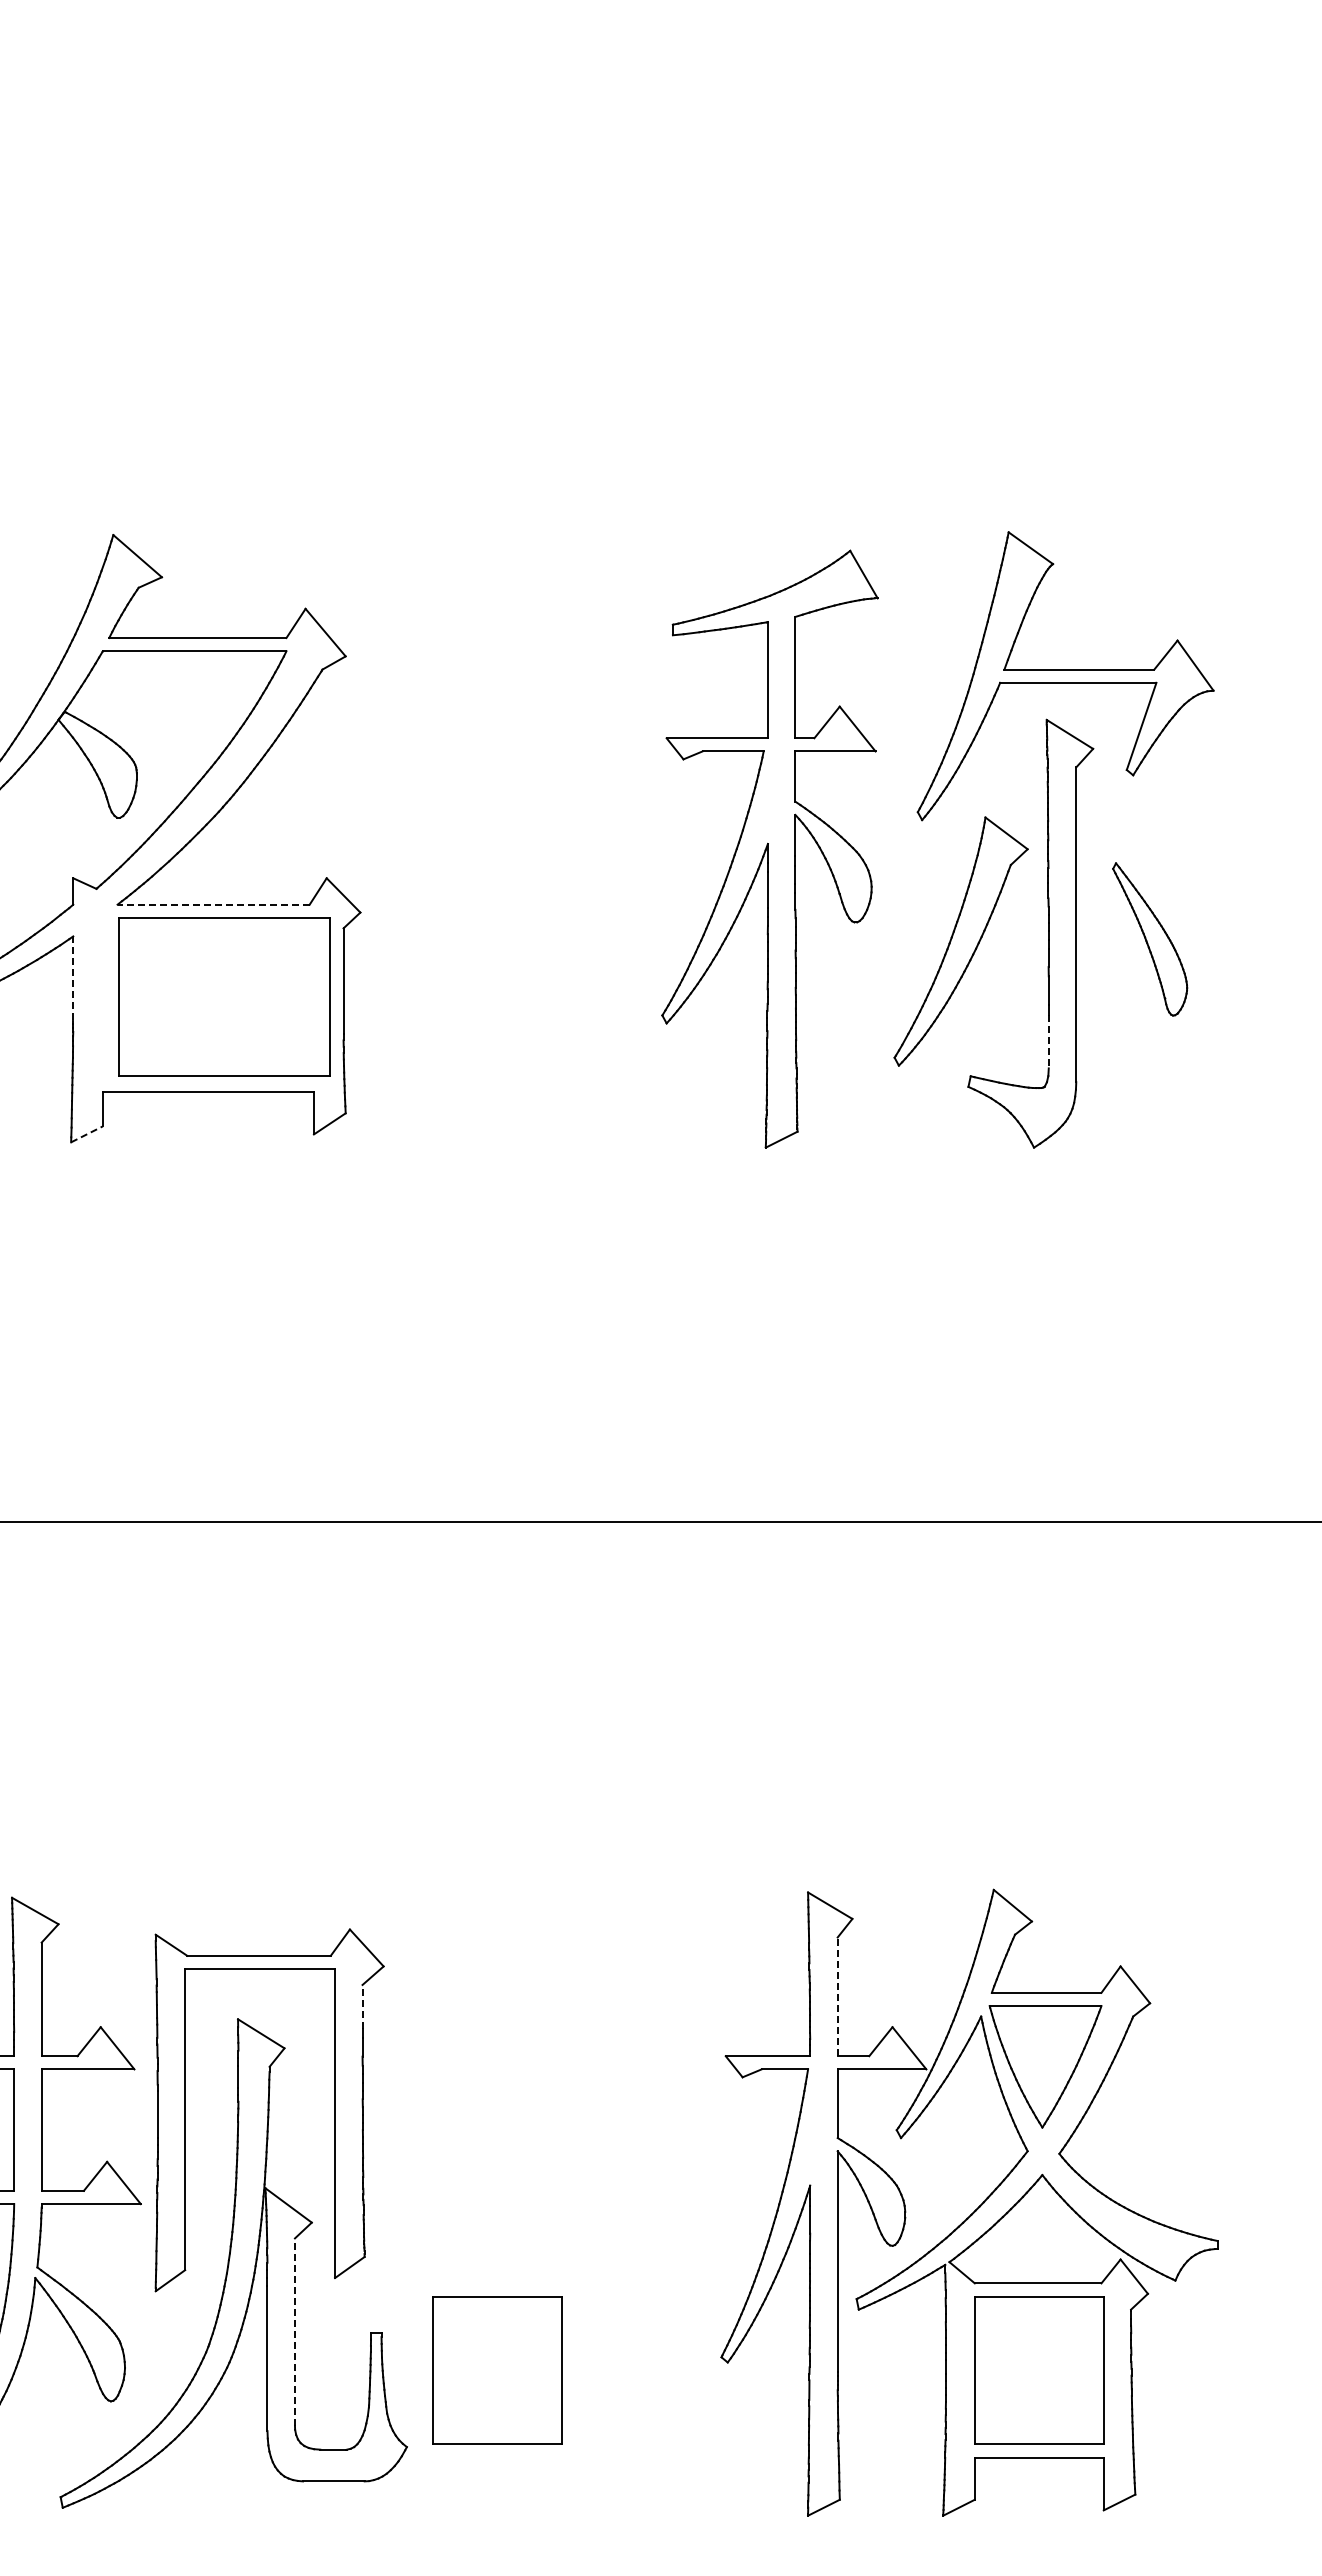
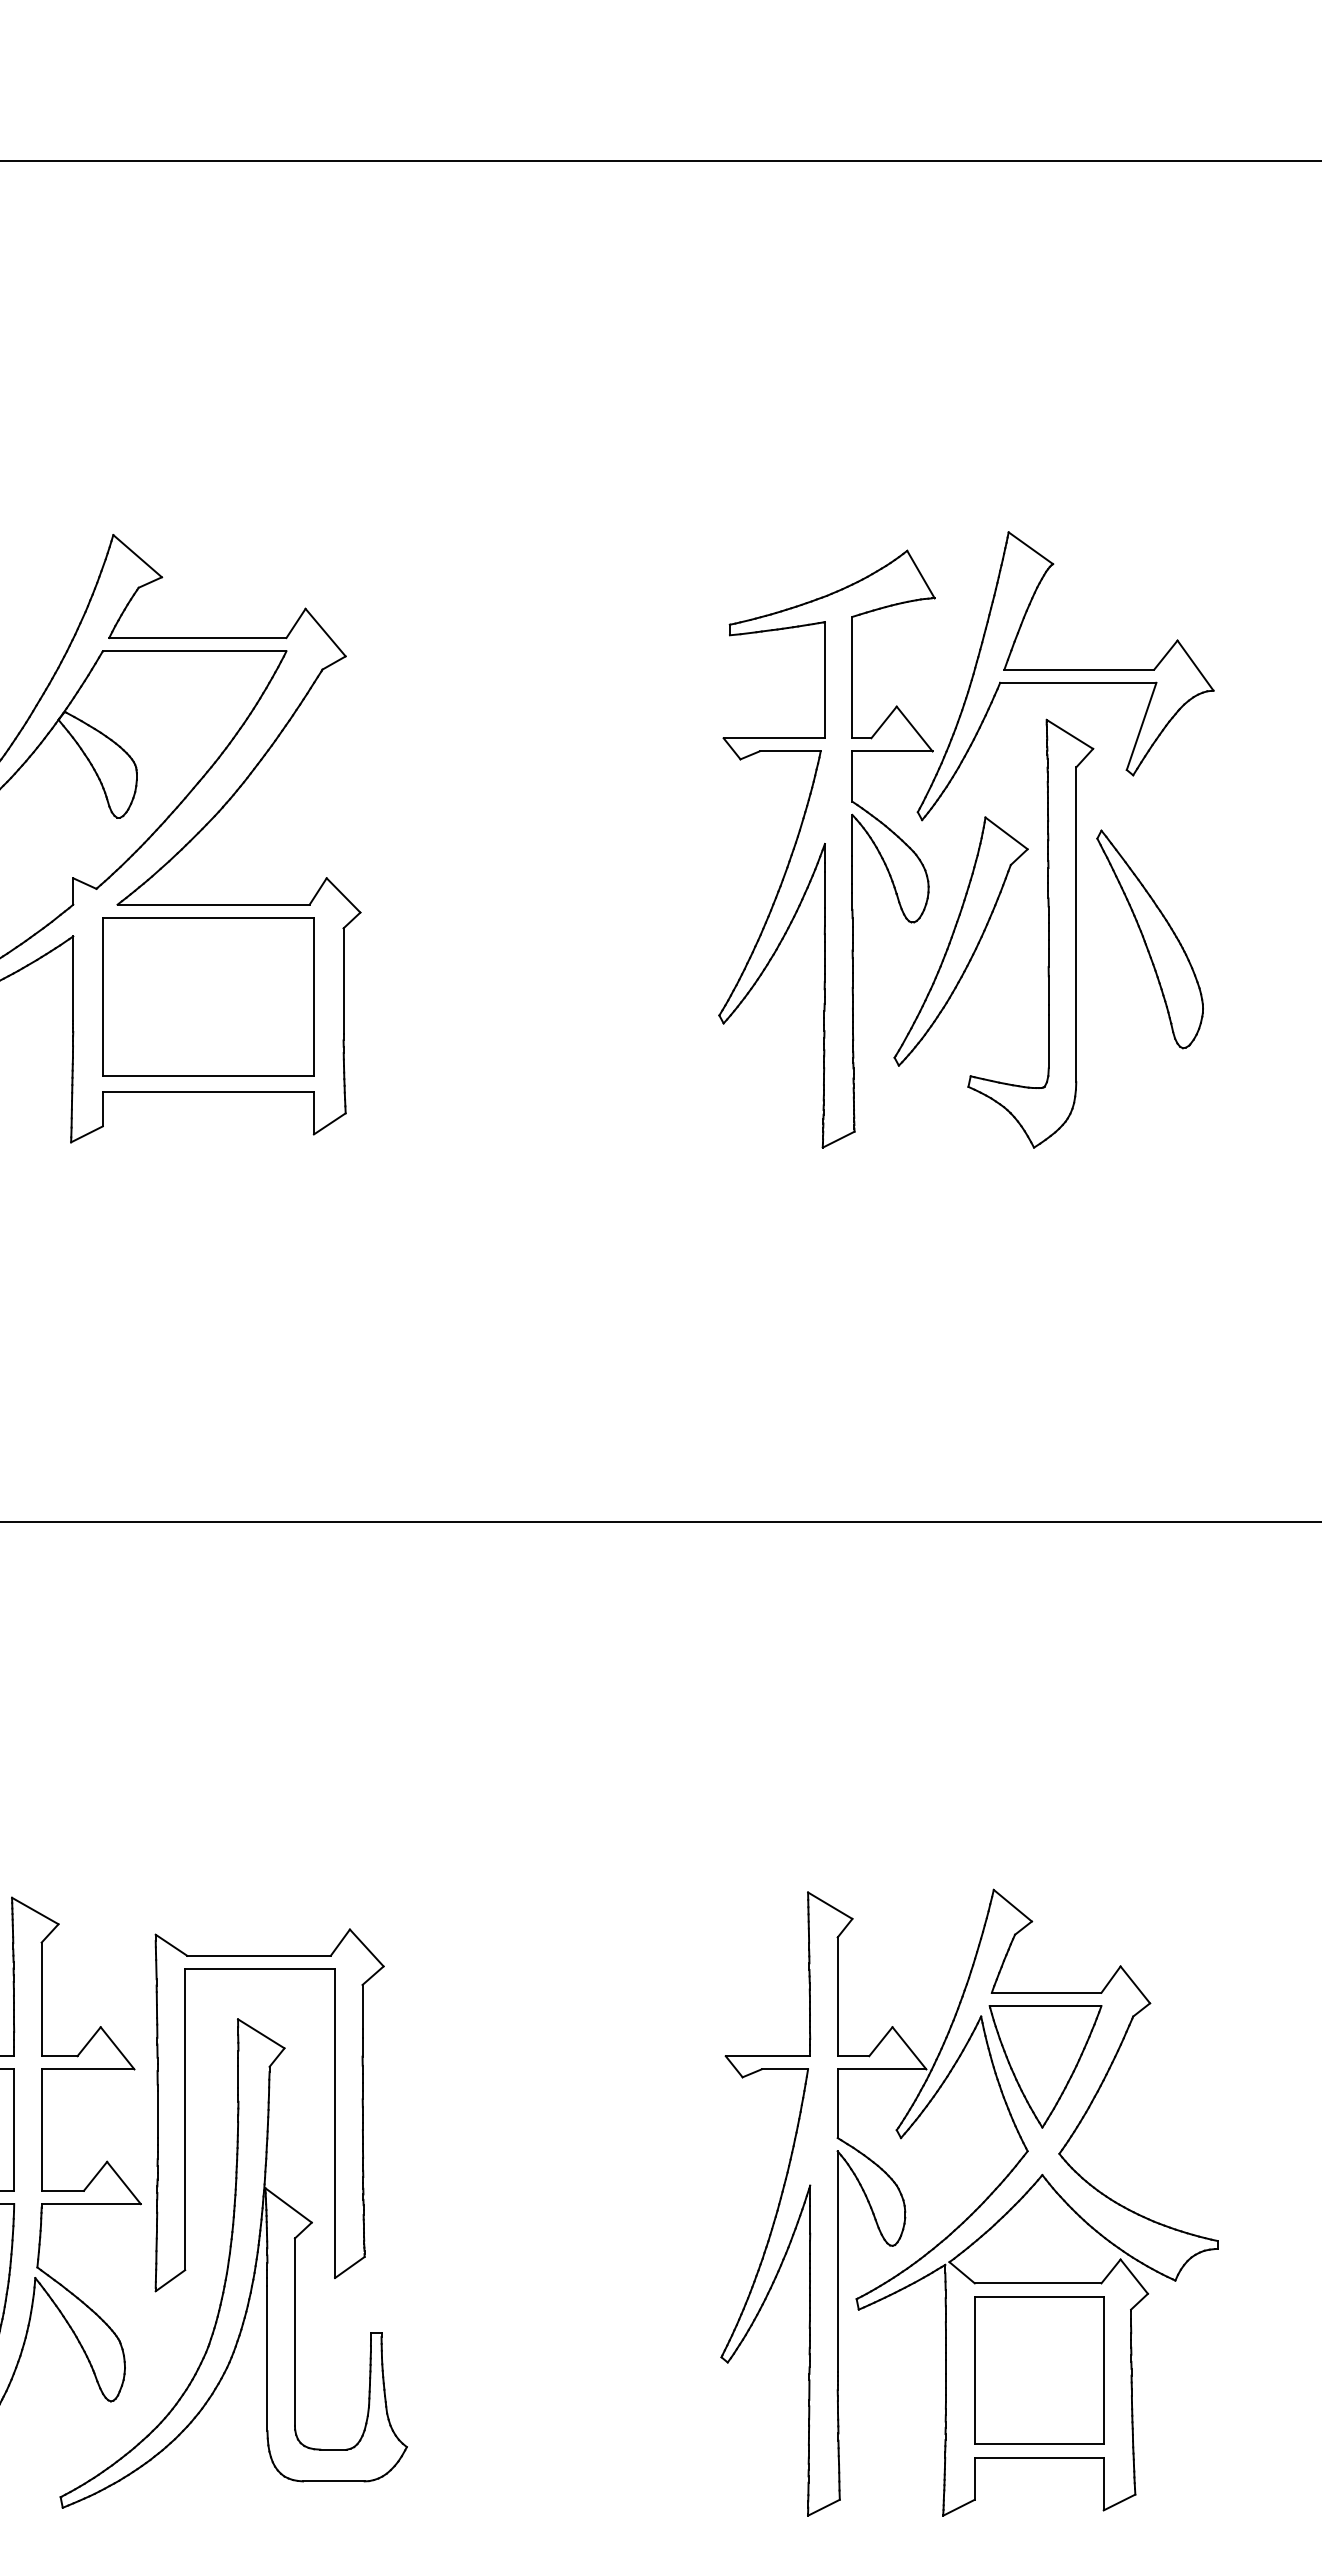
line at (660, 160): none -> present
part at (769, 848) position: (769, 848) -> (826, 848)
line at (213, 904): dashed -> solid
part at (1150, 939) size: 77x155 px -> 108x221 px
line at (73, 979): dashed -> solid
part at (224, 996) position: (224, 996) -> (208, 996)
line at (1048, 1041): dashed -> solid
line at (87, 1134): dashed -> solid
line at (837, 1996): dashed -> solid
line at (362, 2006): dashed -> solid
line at (294, 2332): dashed -> solid
part at (497, 2370): present -> none
